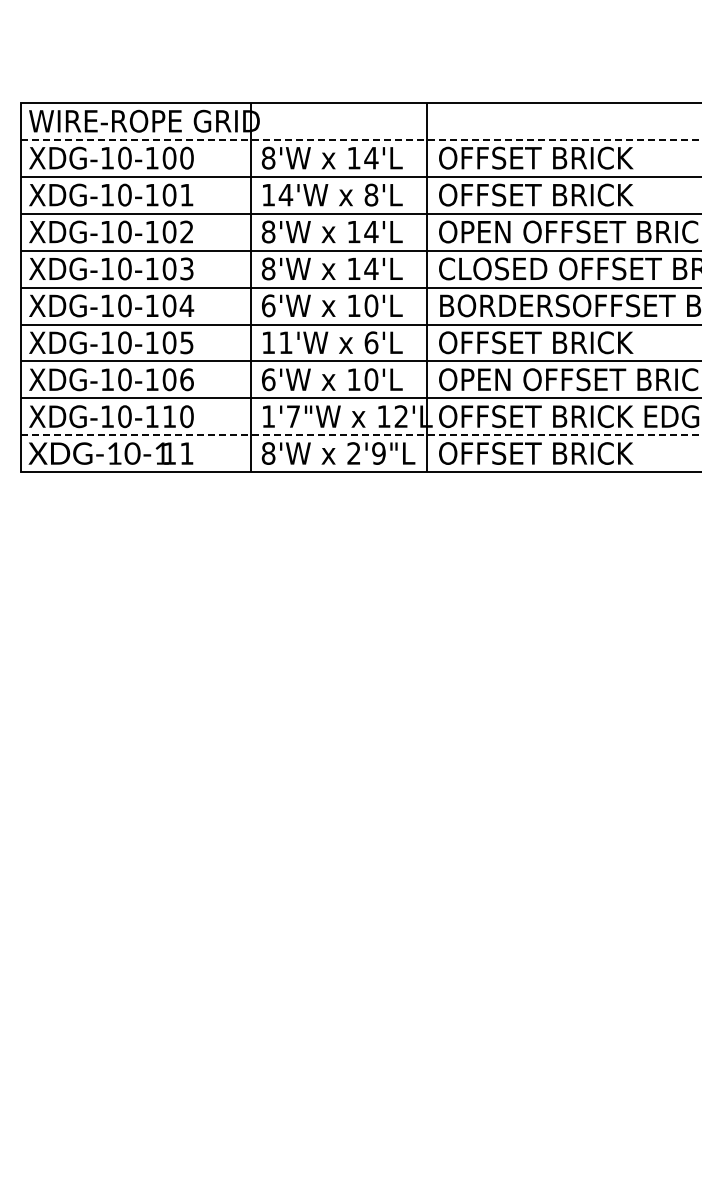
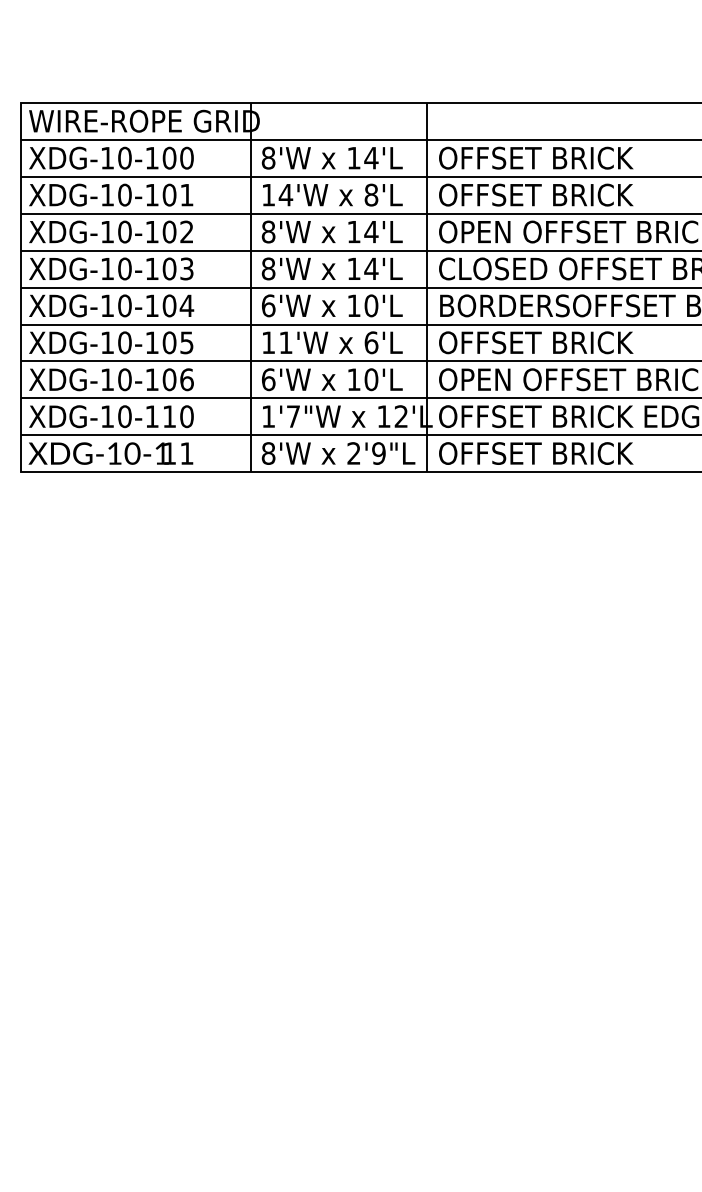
line at (361, 139): dashed -> solid
line at (361, 435): dashed -> solid
